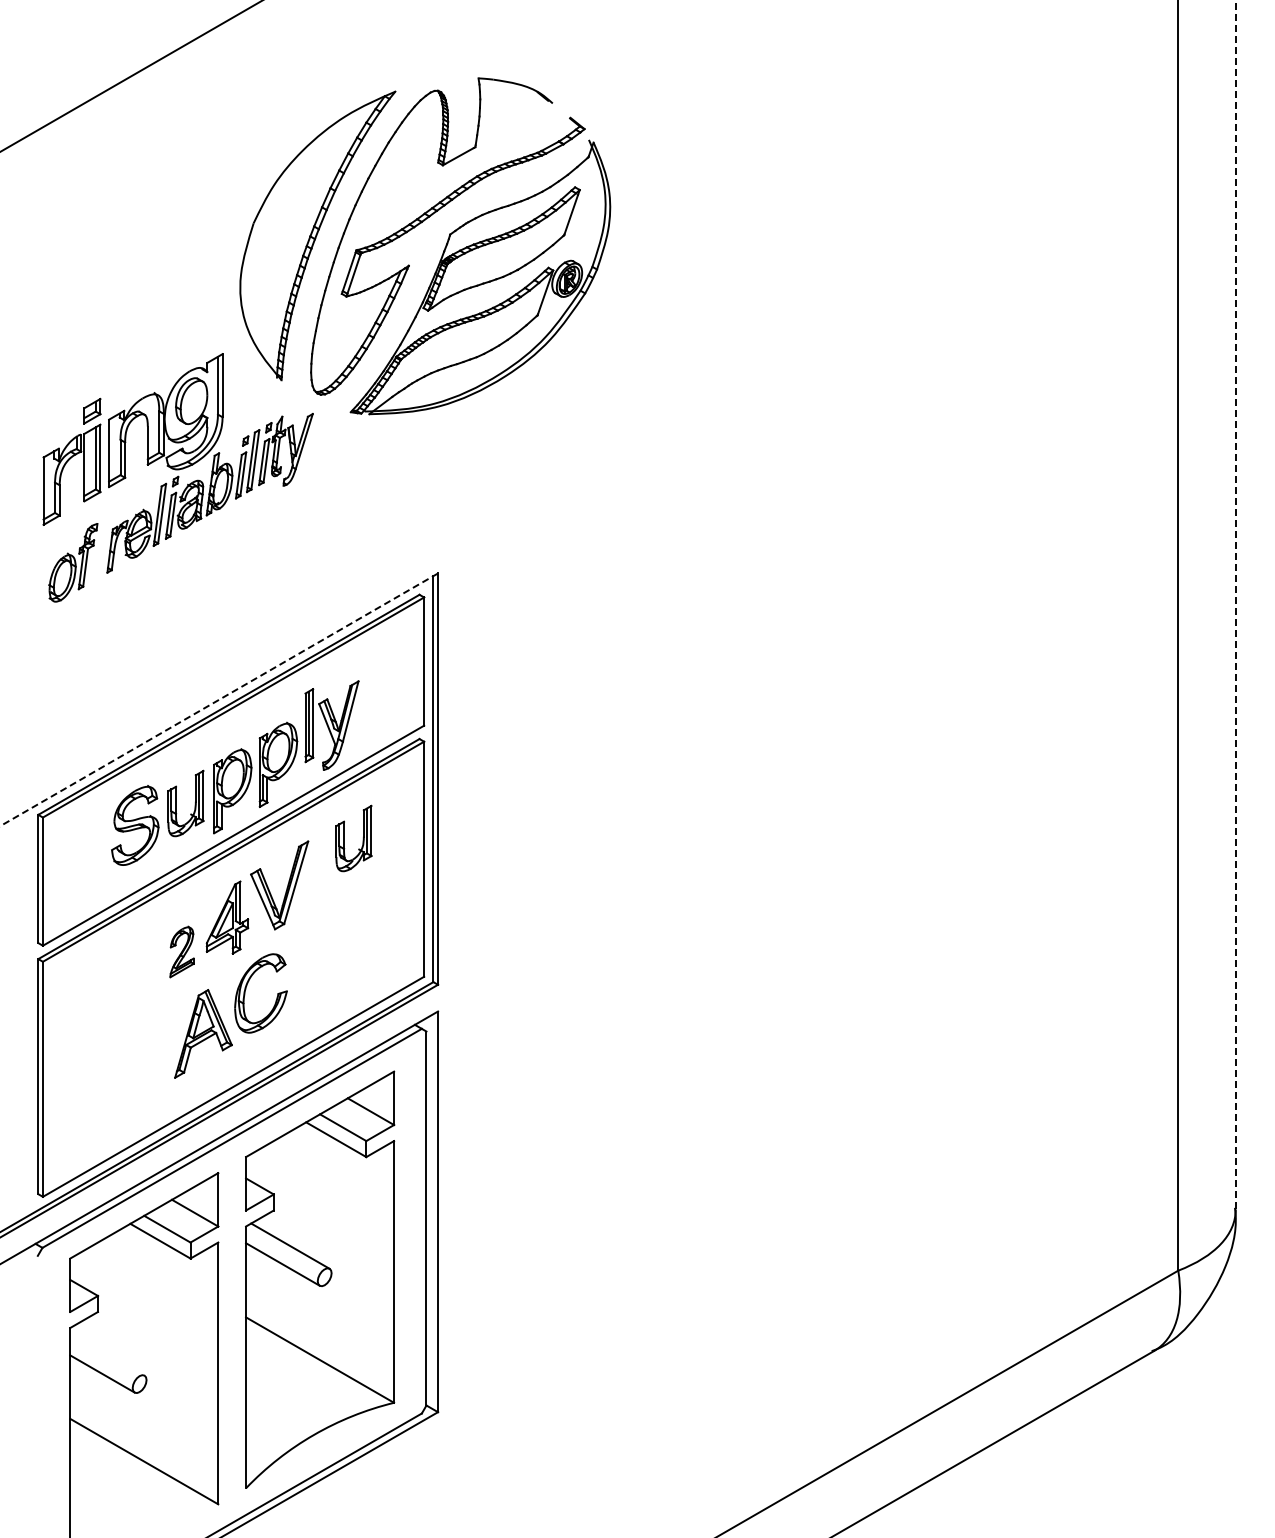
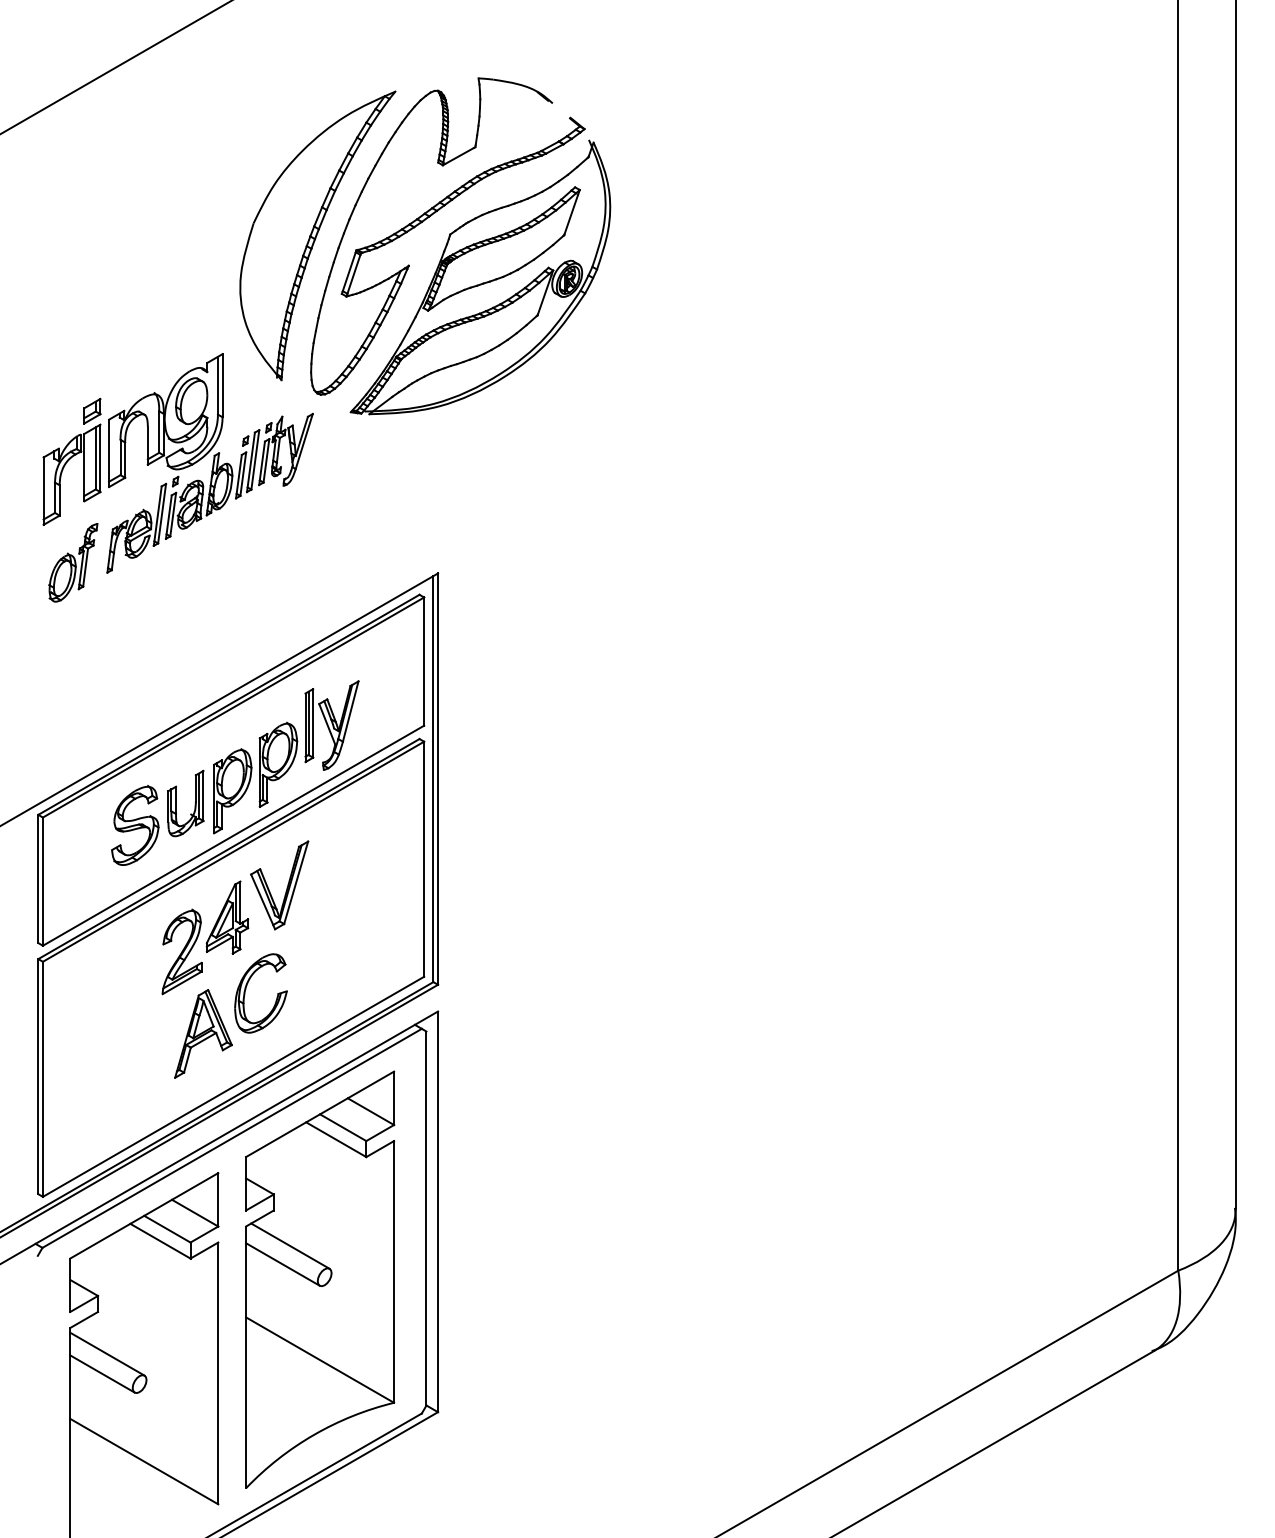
line at (130, 76) position: (130, 76) -> (115, 67)
line at (1235, 604): dashed -> solid
line at (219, 699): dashed -> solid
part at (344, 838): present -> none
part at (181, 951) size: 26x54 px -> 42x88 px
line at (107, 1353): none -> present
